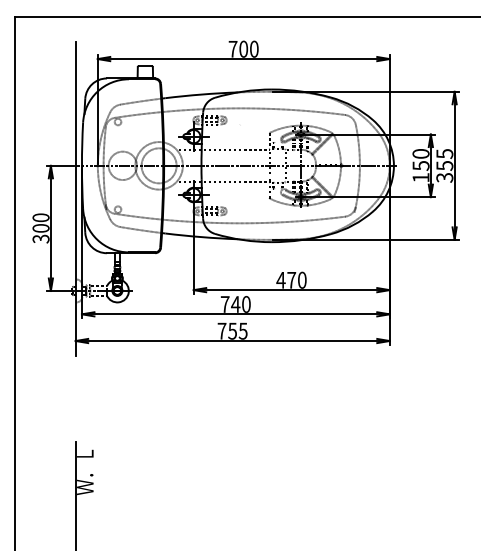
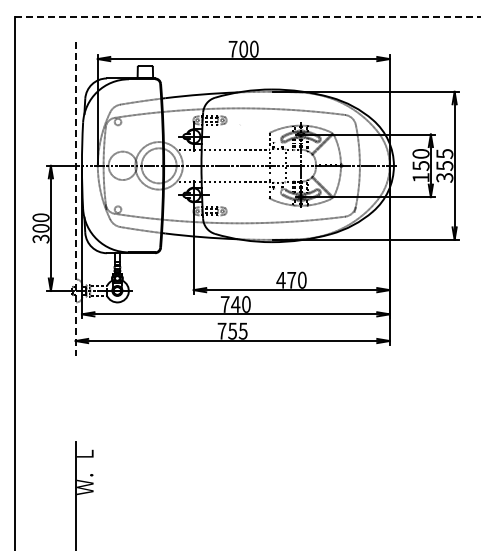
line at (247, 16): solid -> dashed
line at (75, 199): solid -> dashed
